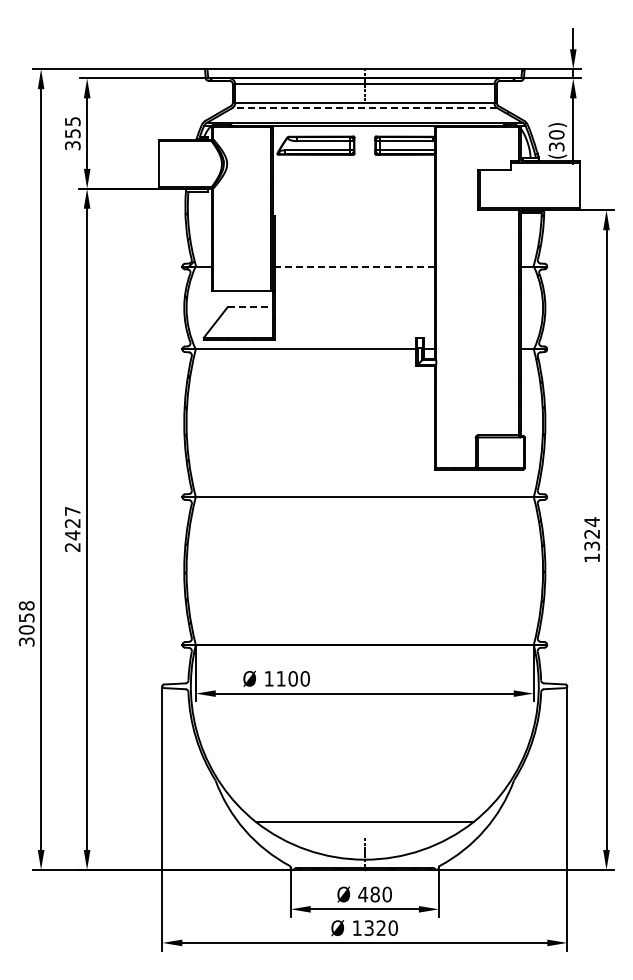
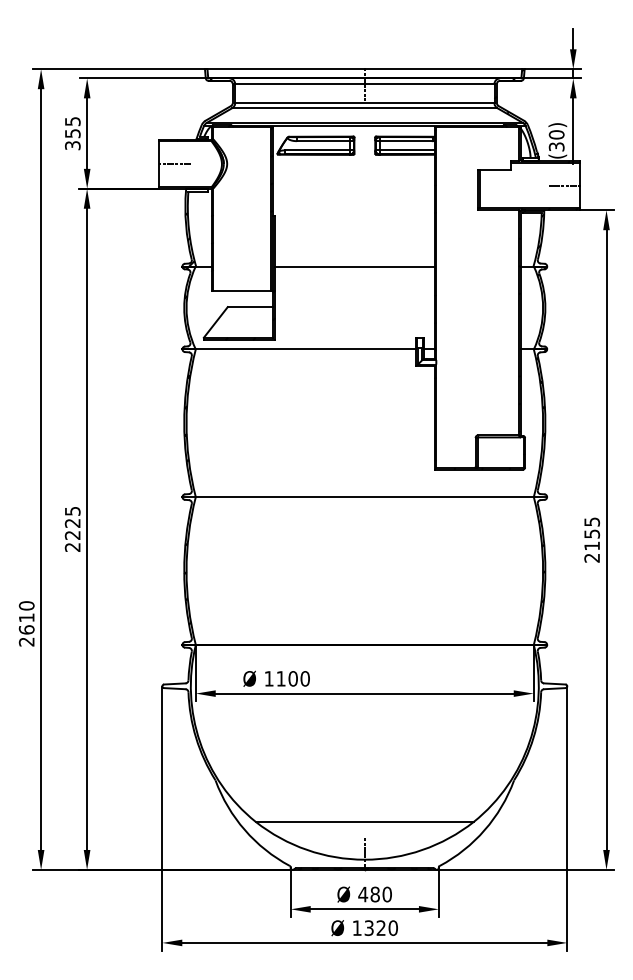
line at (364, 108): dashed -> solid
line at (174, 164): none -> present
line at (564, 185): none -> present
line at (355, 266): dashed -> solid
line at (250, 307): dashed -> solid
text at (72, 523): 2427 -> 2225
text at (592, 539): 1324 -> 2155
text at (26, 623): 3058 -> 2610
